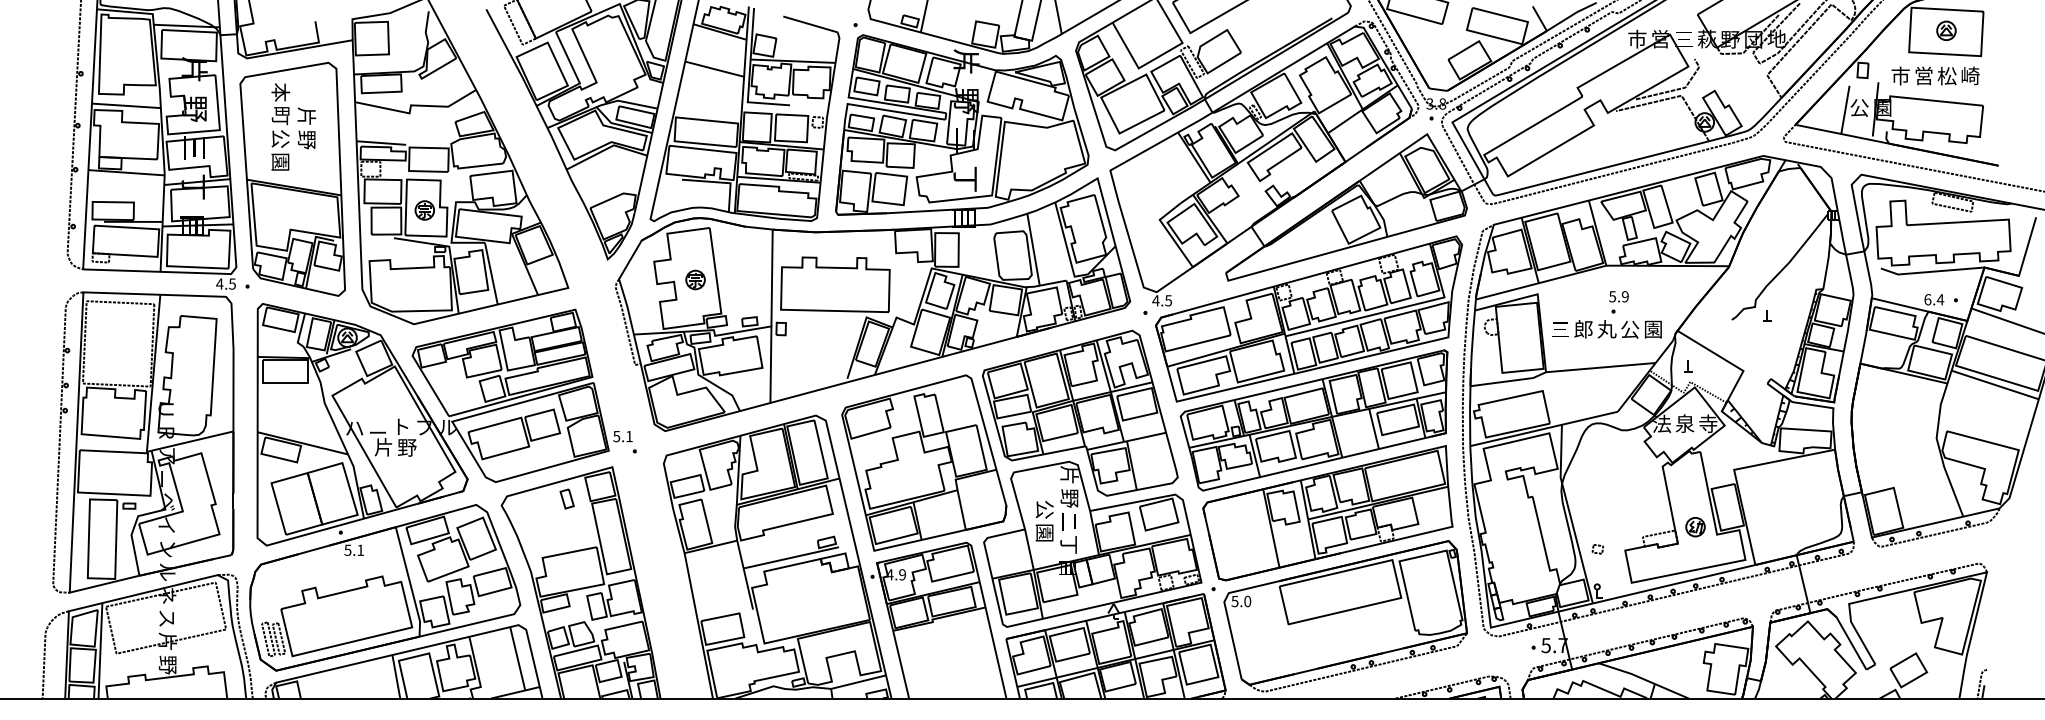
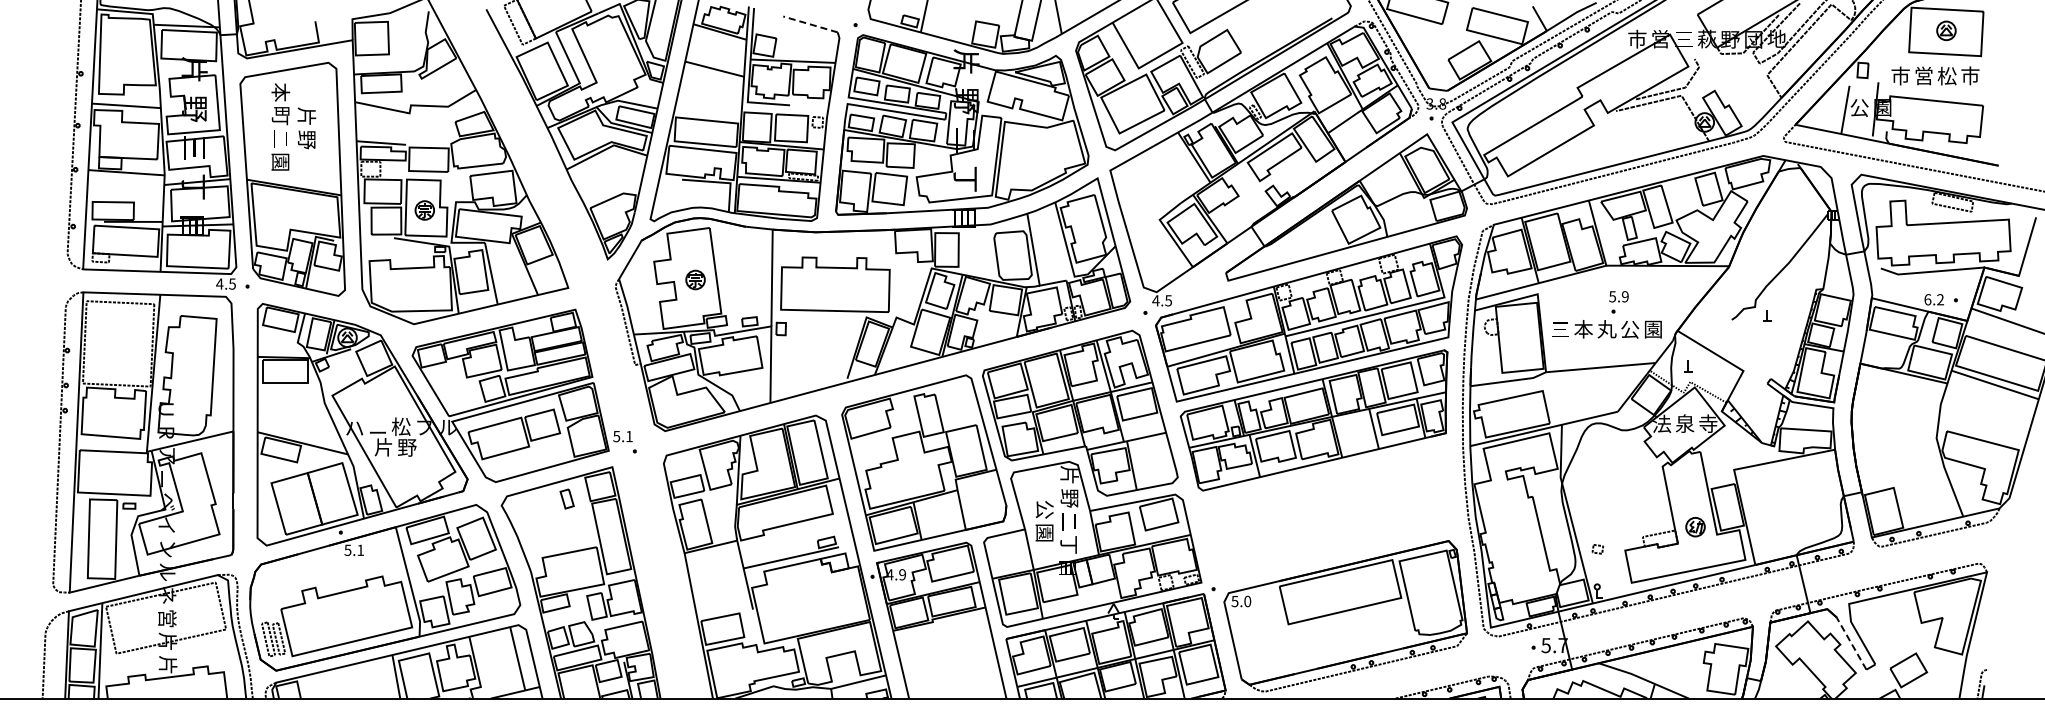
line at (810, 24): solid -> dashed
text at (1970, 75): 崎 -> 市
text at (280, 138): 公 -> 二
text at (1940, 299): 6.4 -> 6.2
text at (1583, 329): 郎 -> 本
text at (400, 426): ト -> 松
part at (1327, 513): present -> none
text at (167, 618): ス -> 営
line at (1851, 643): solid -> dashed
text at (167, 664): 野 -> 片
